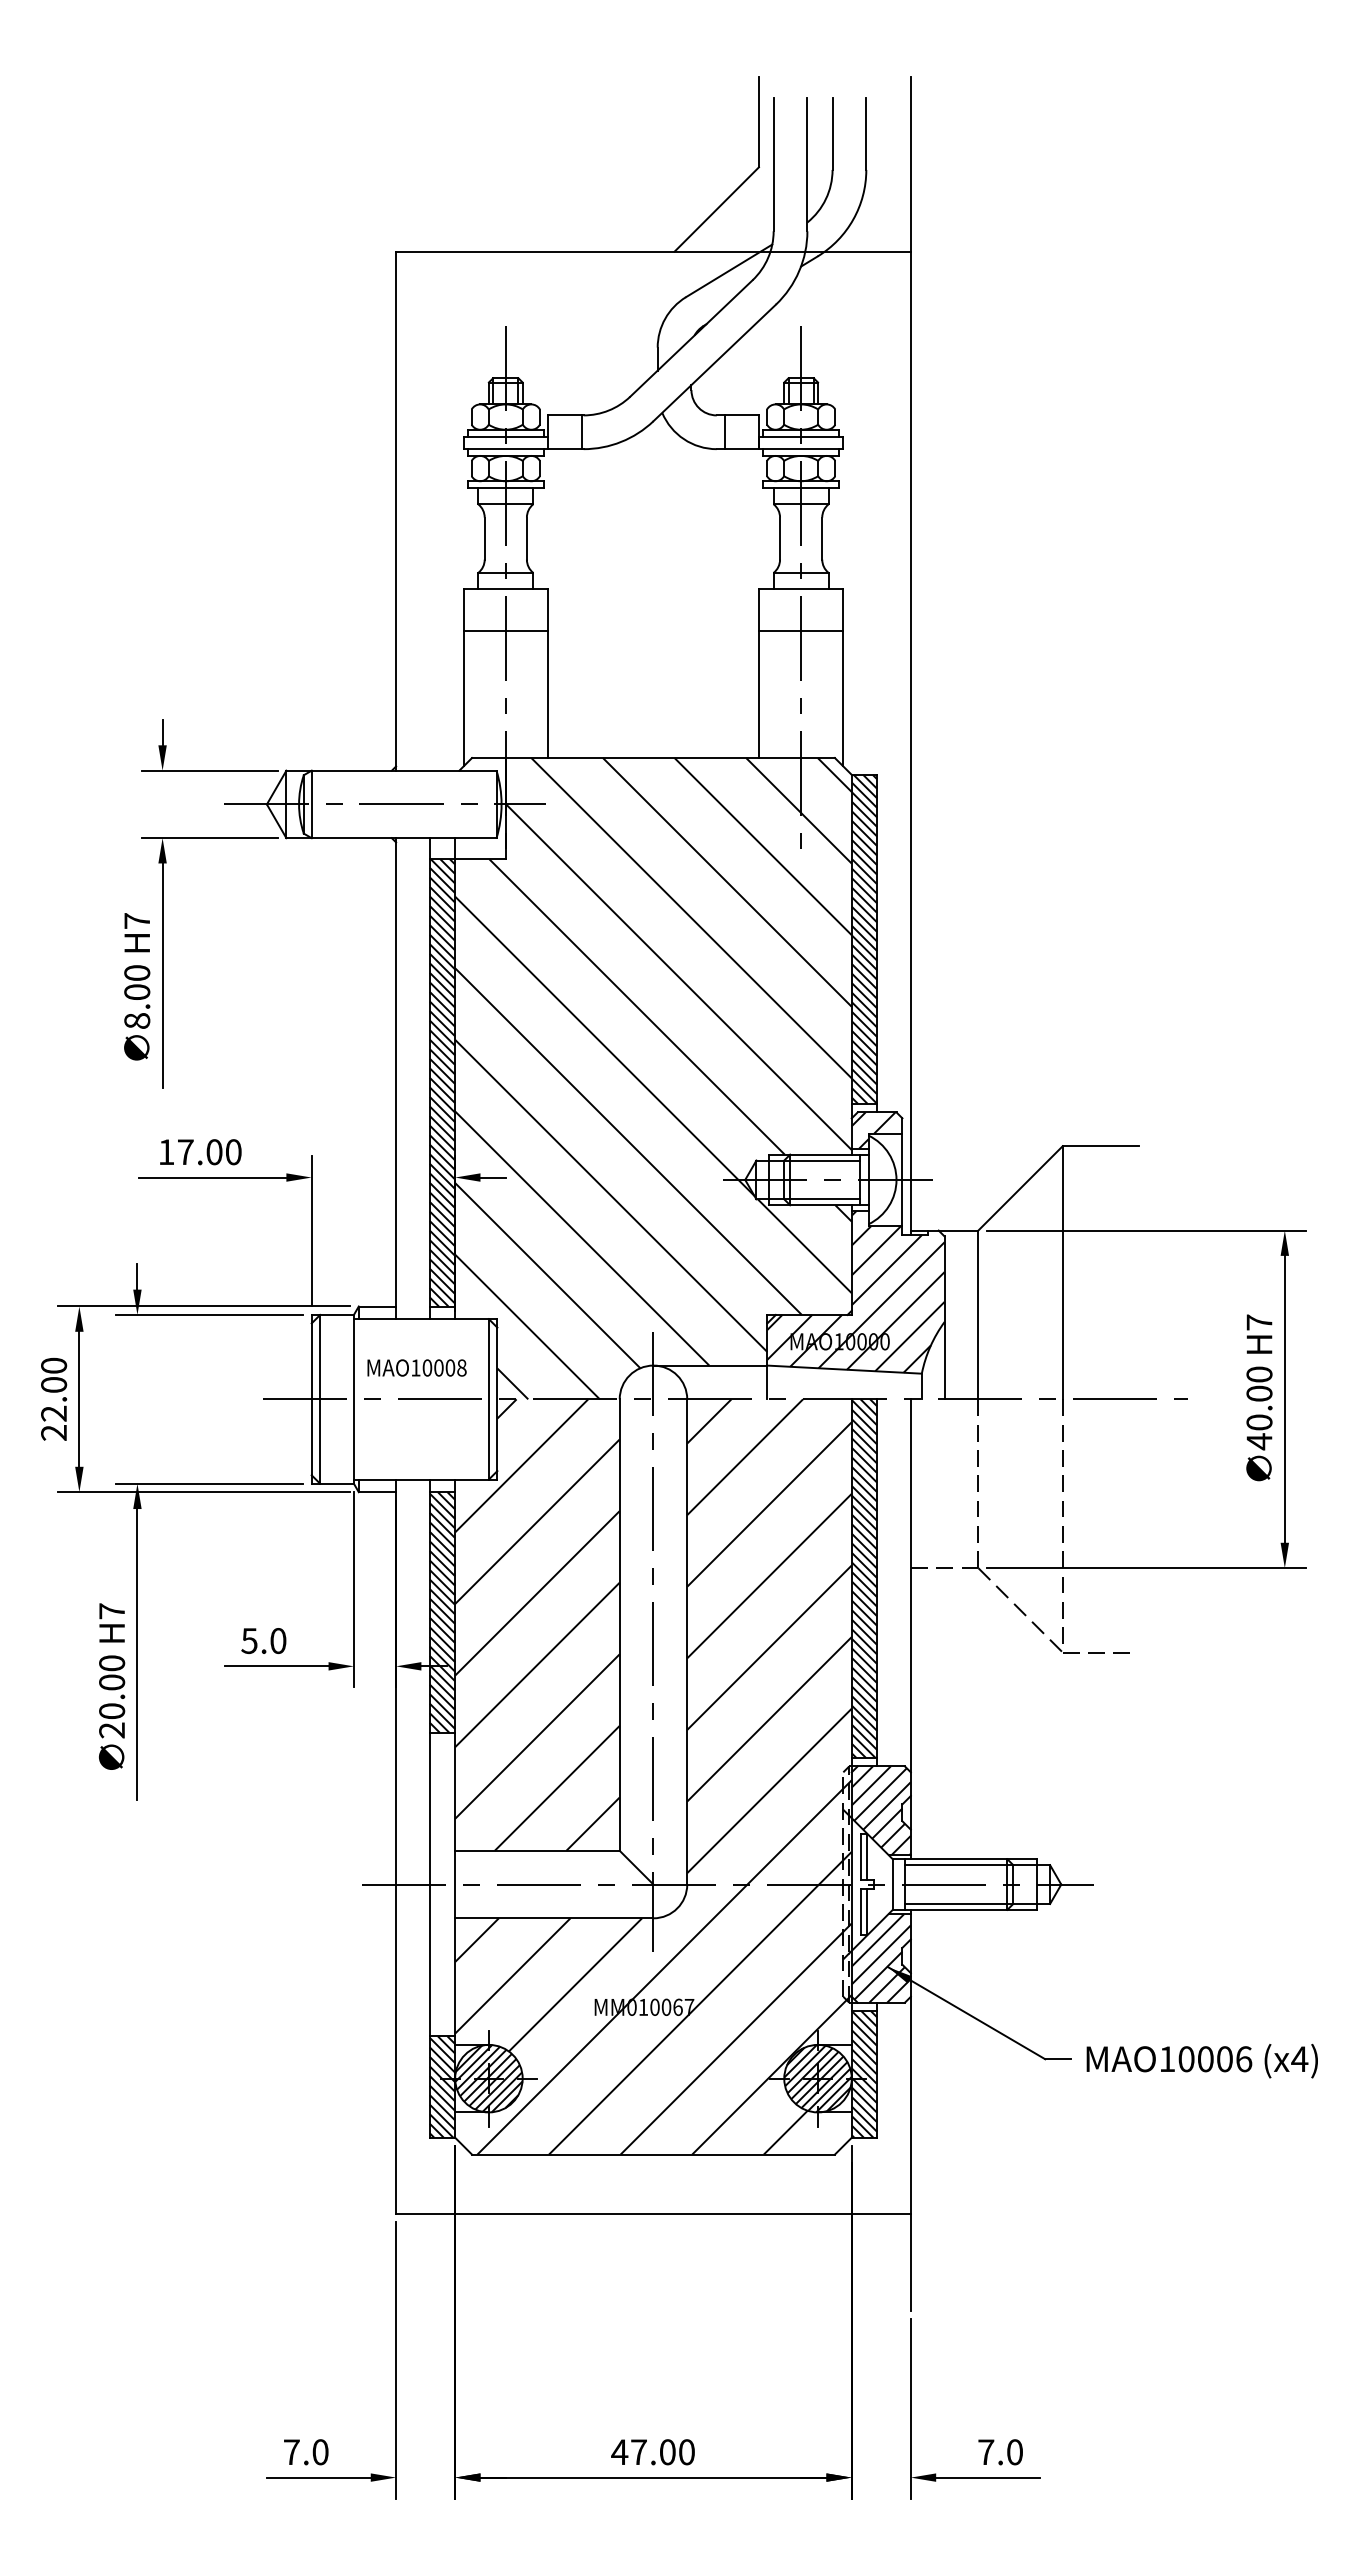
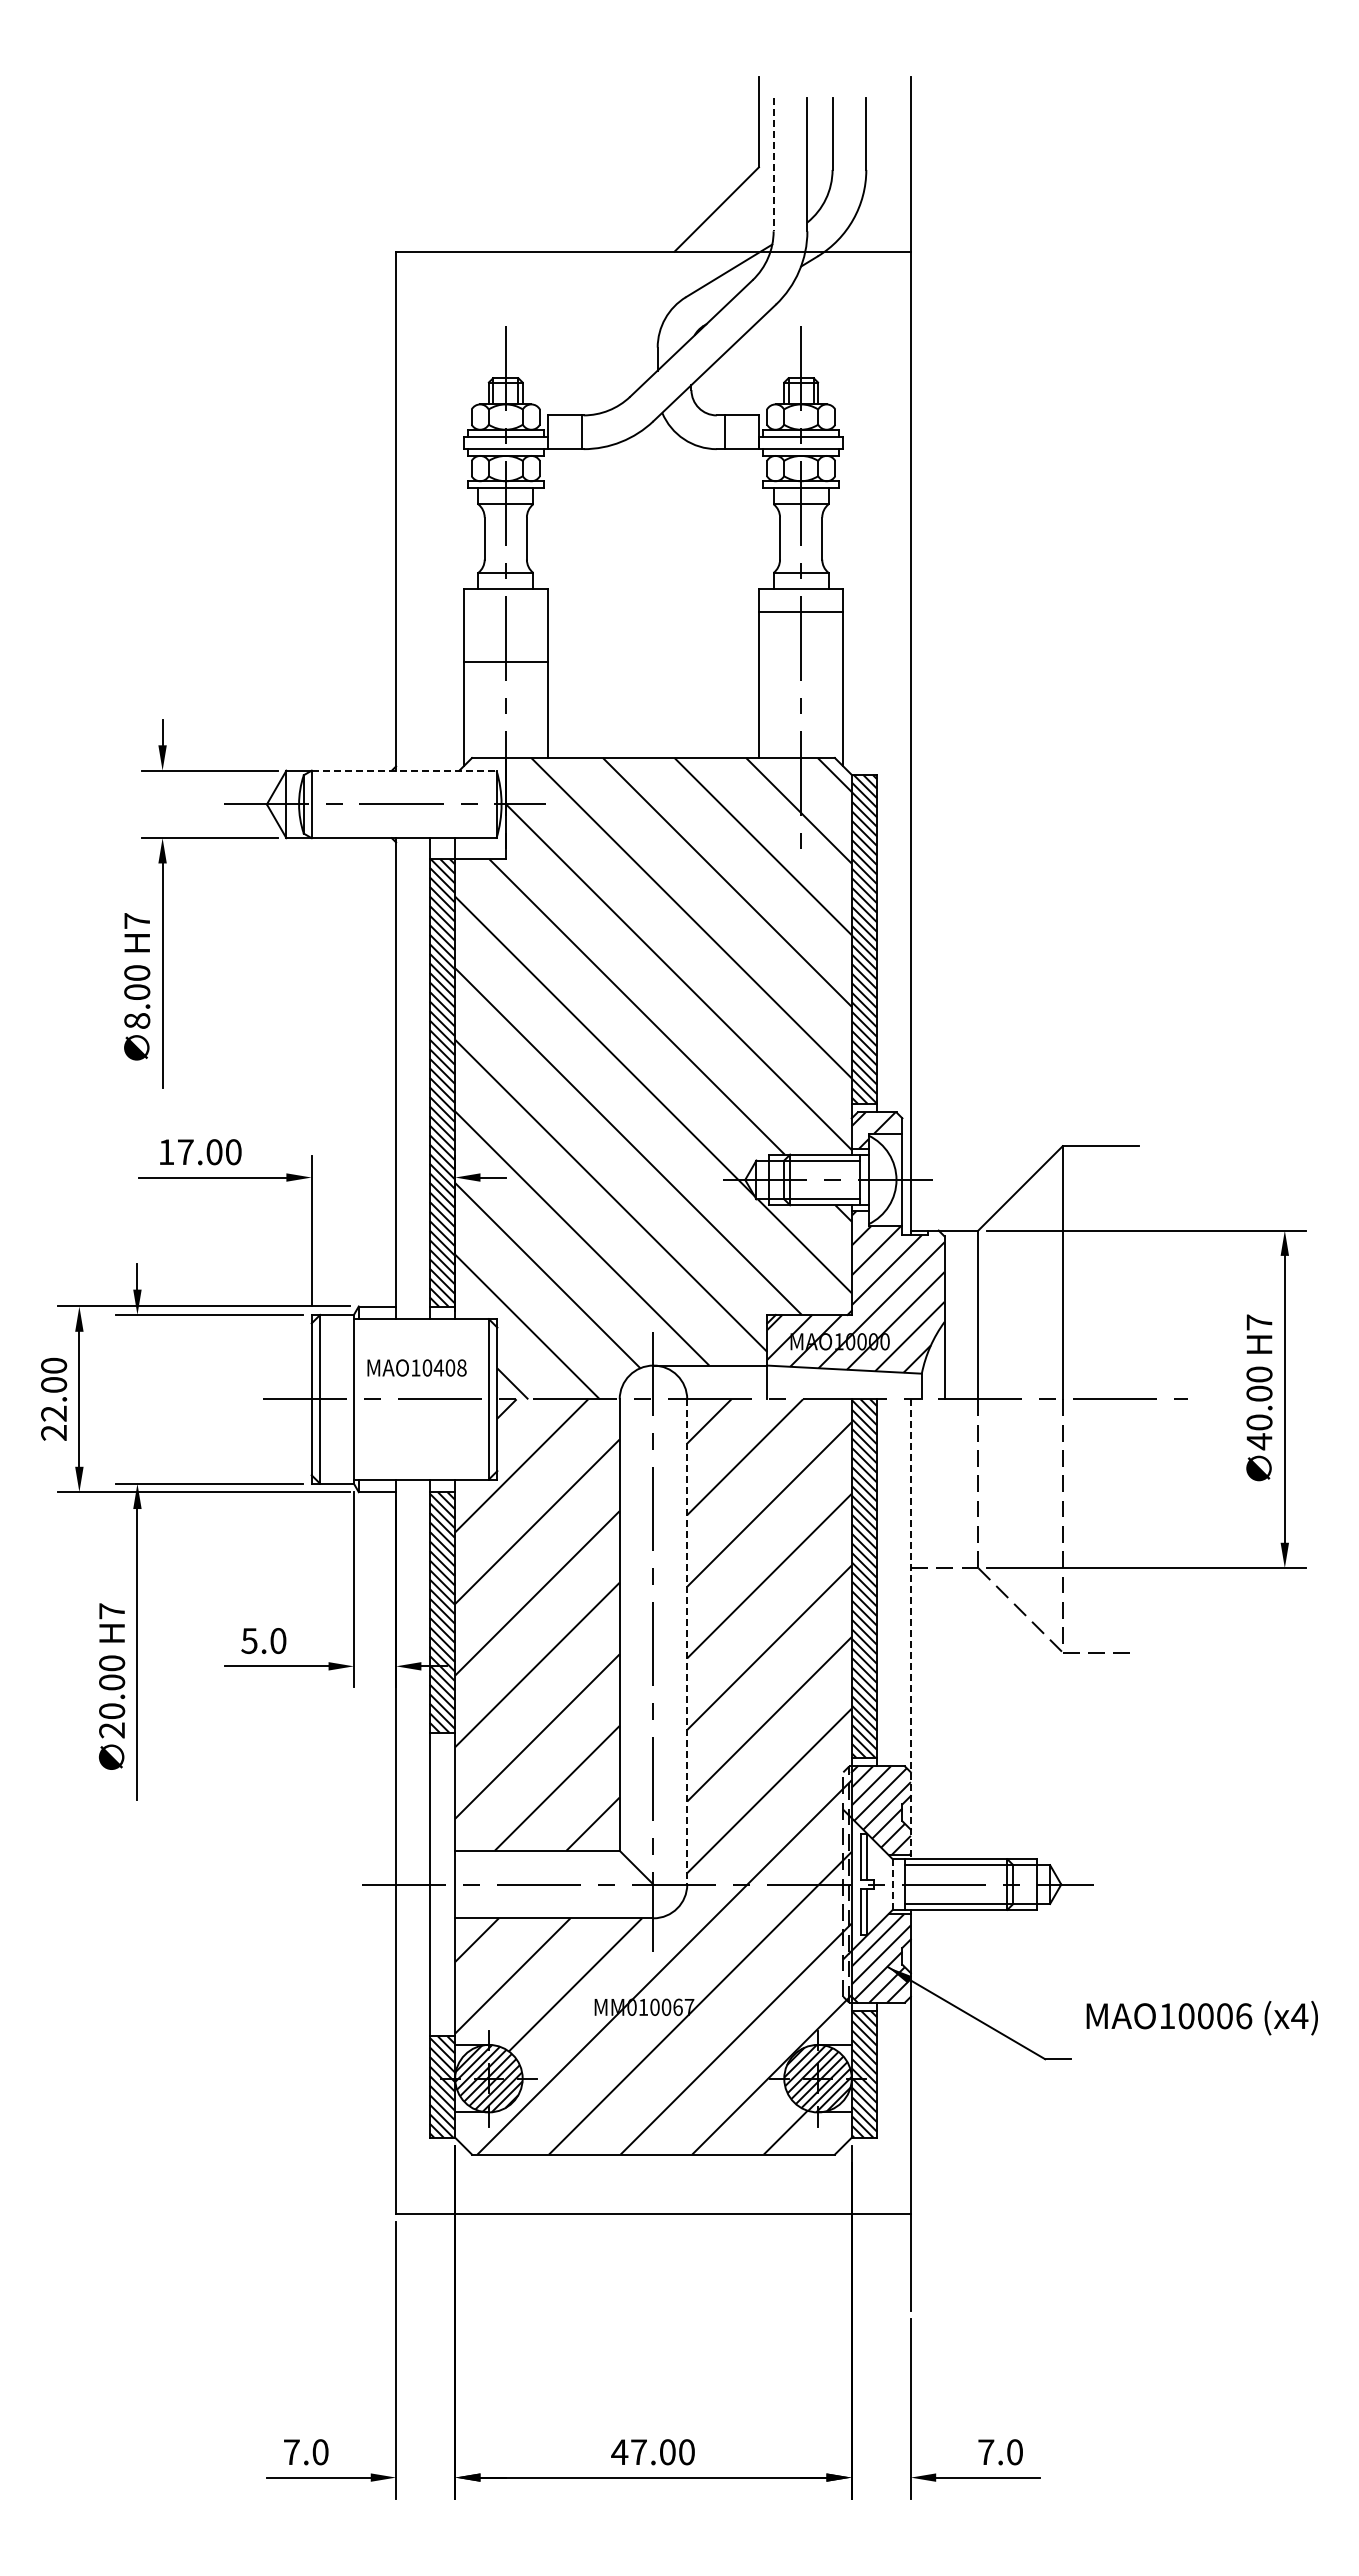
line at (773, 164): solid -> dashed
line at (505, 631) position: (505, 631) -> (505, 662)
line at (800, 631) position: (800, 631) -> (800, 612)
line at (404, 770): solid -> dashed
text at (438, 1367): MAO10008 -> MAO10408
line at (910, 1629): solid -> dashed
line at (687, 1641): solid -> dashed
line at (892, 1884): solid -> dashed
text at (1201, 2060) position: (1201, 2060) -> (1201, 2017)
